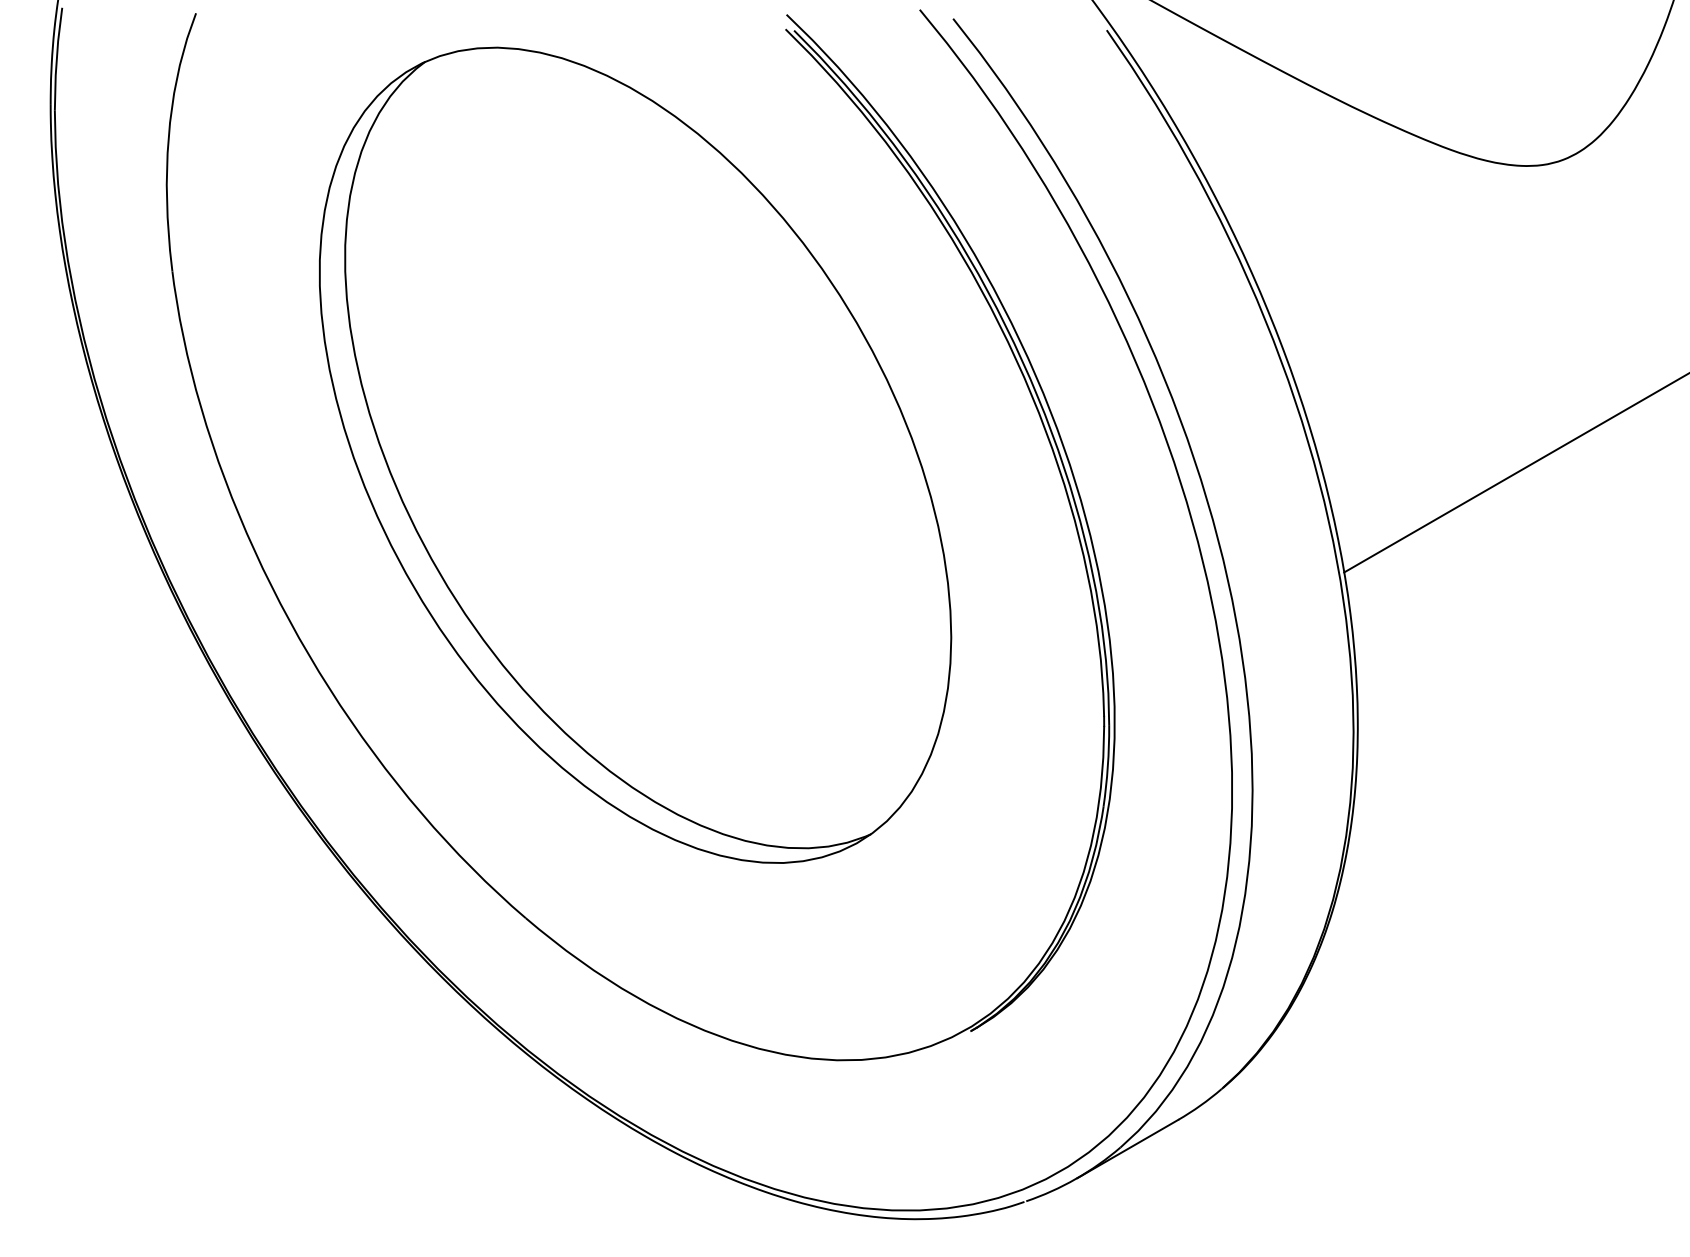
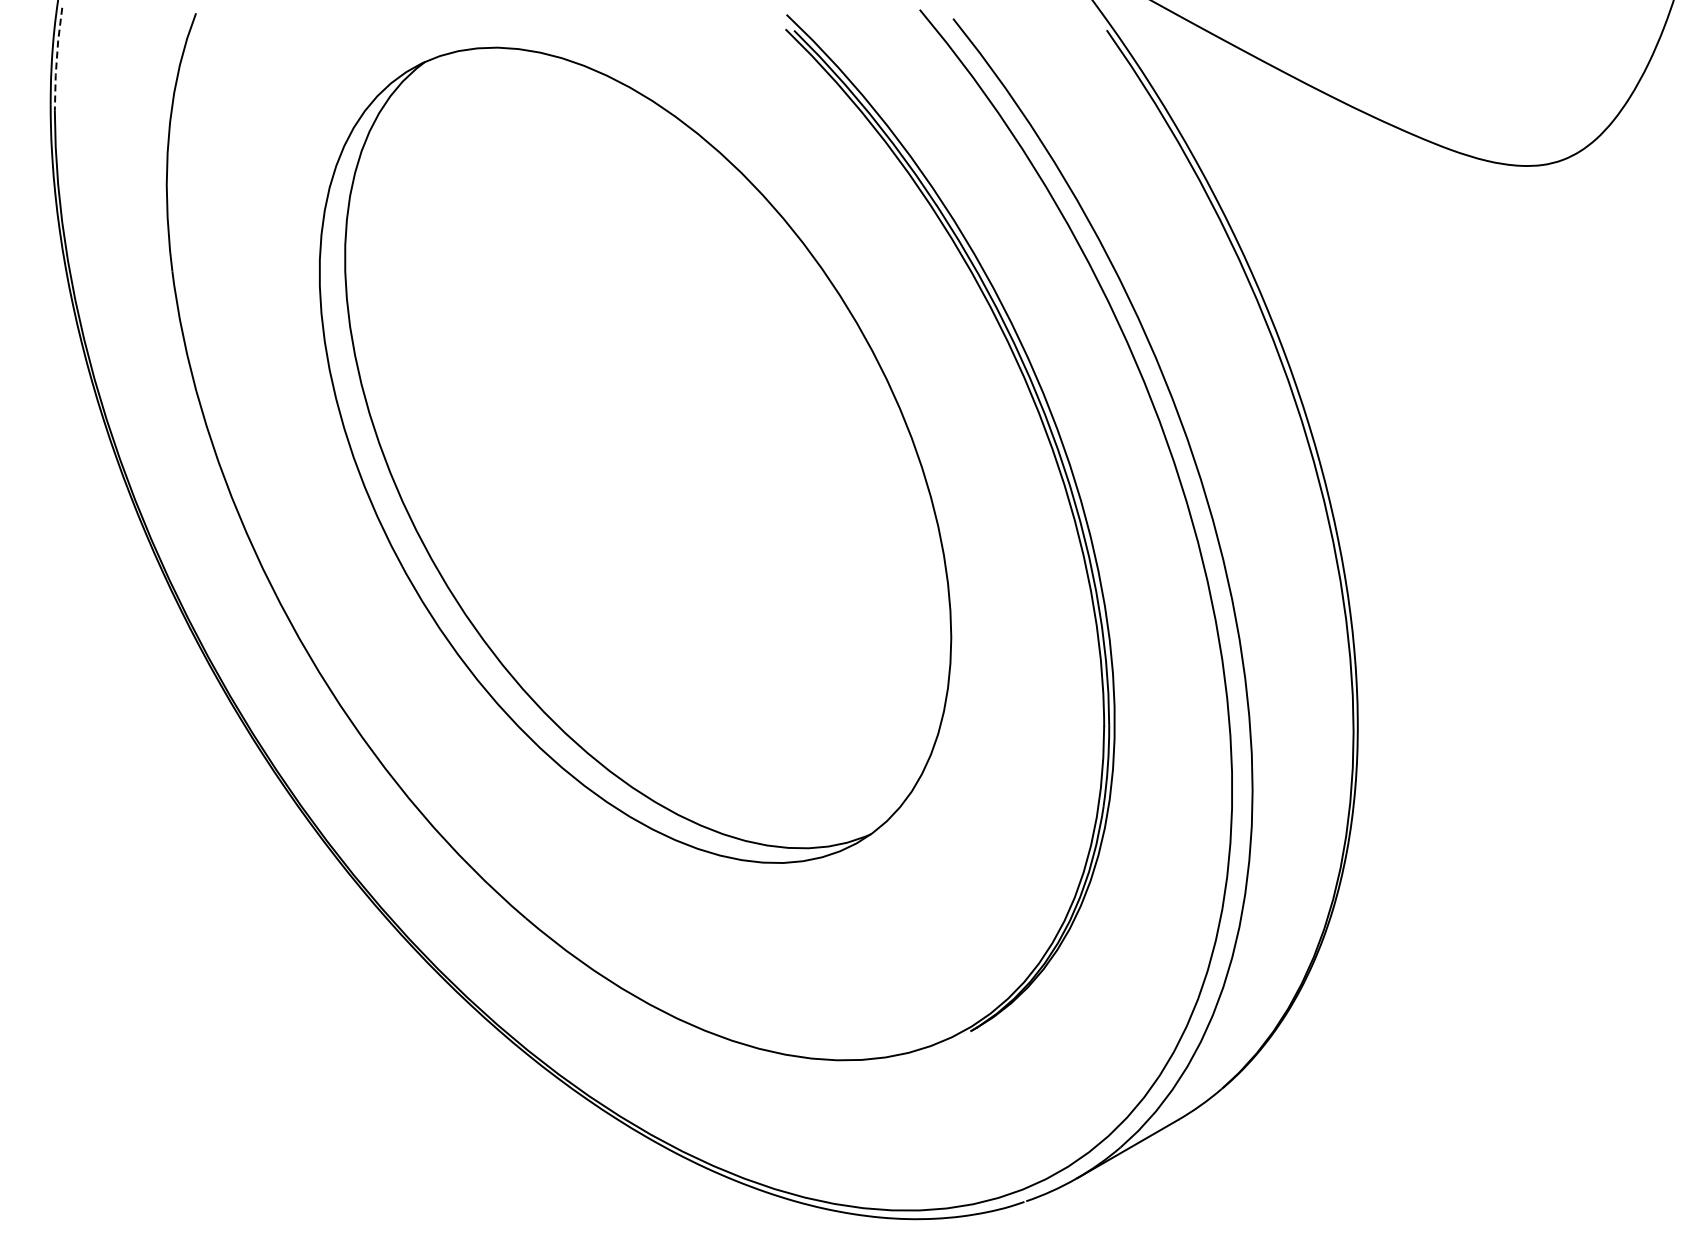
line at (56, 59): solid -> dashed
line at (1515, 473): present -> none
